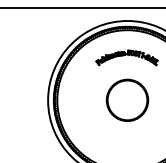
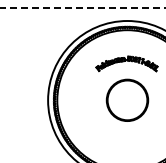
line at (82, 7): solid -> dashed
part at (126, 57) position: (126, 57) -> (126, 63)
